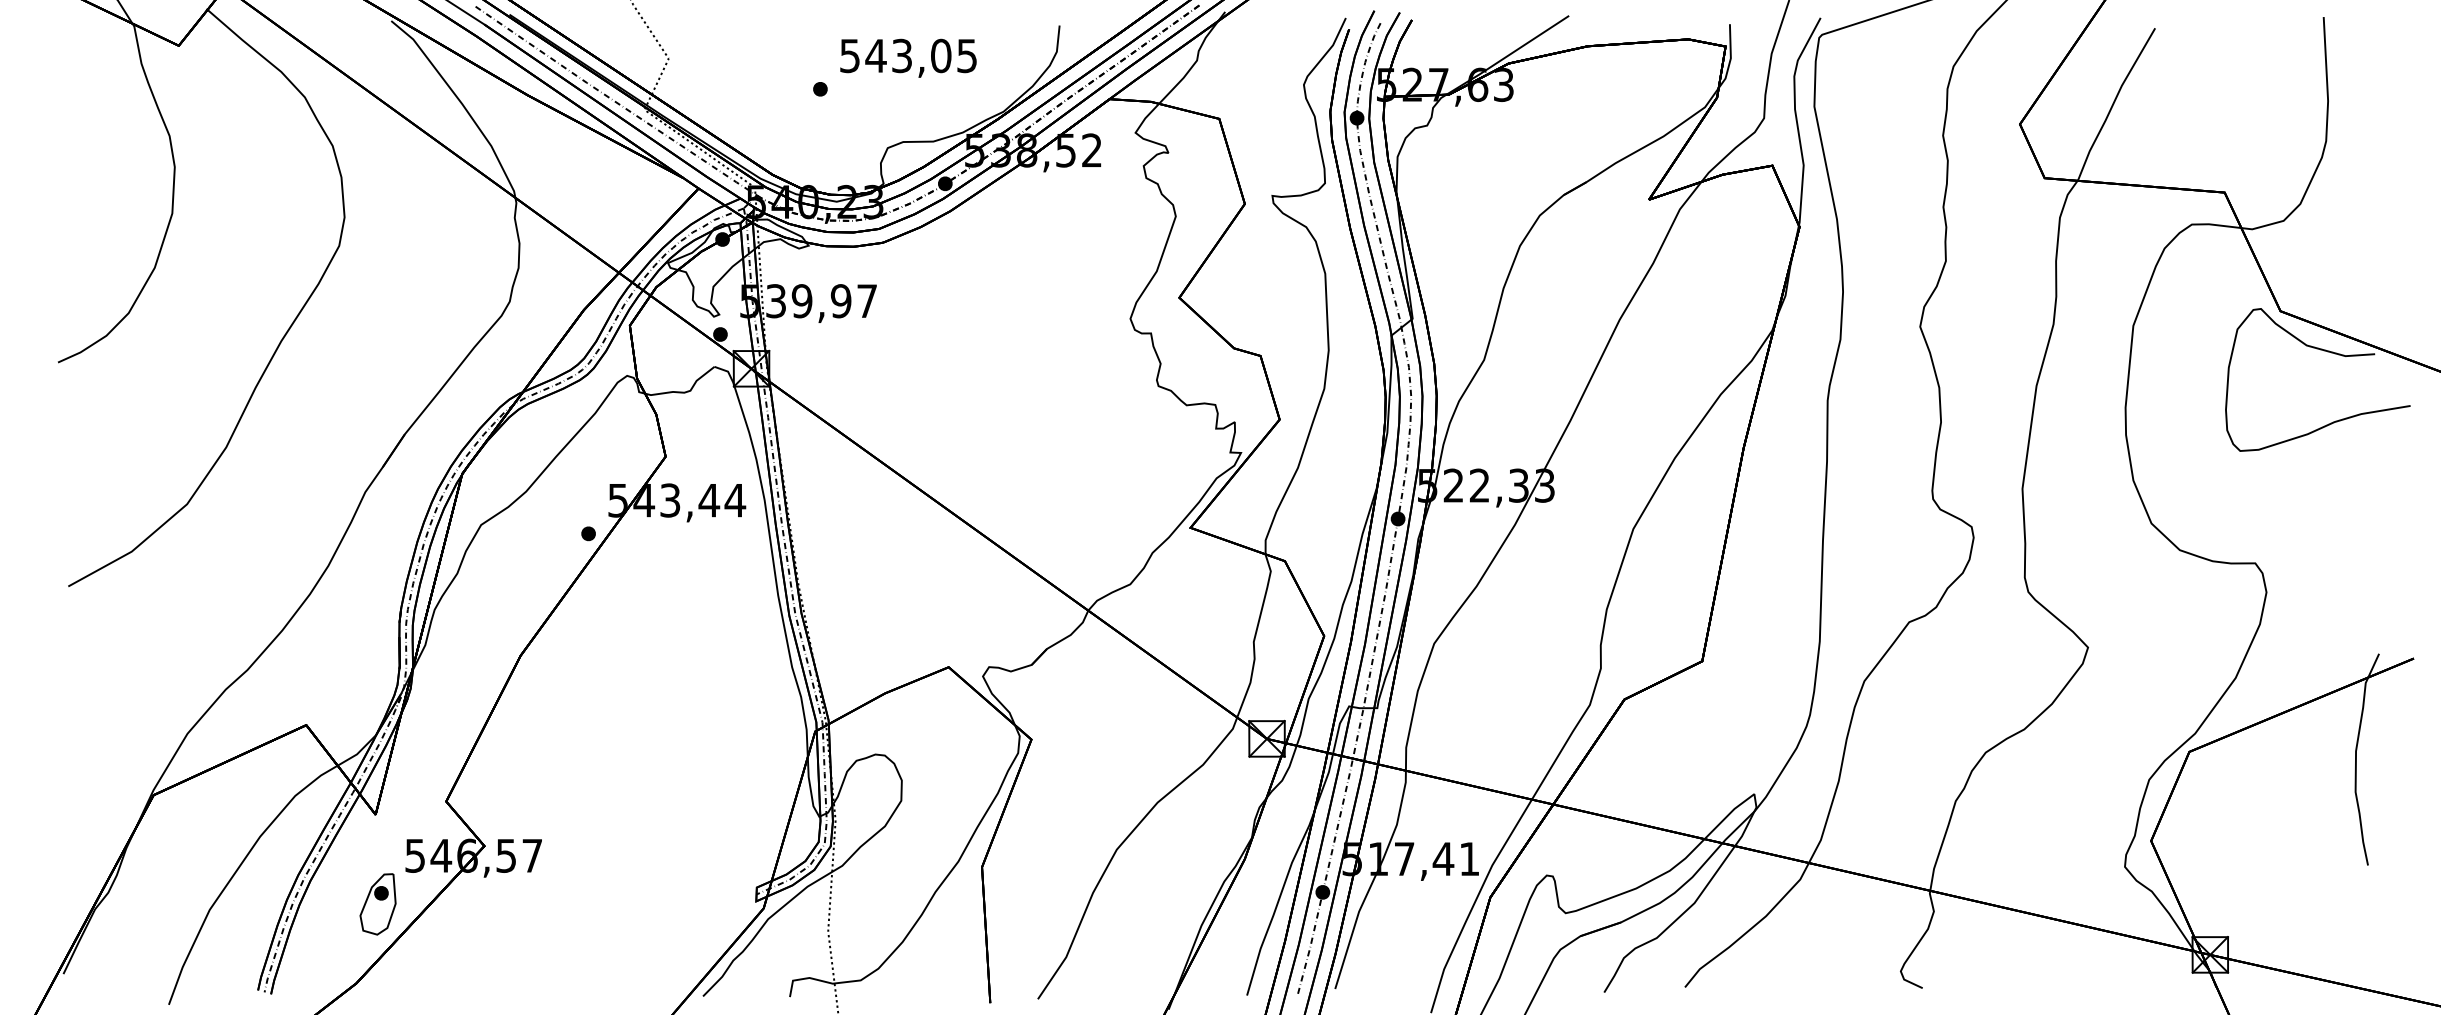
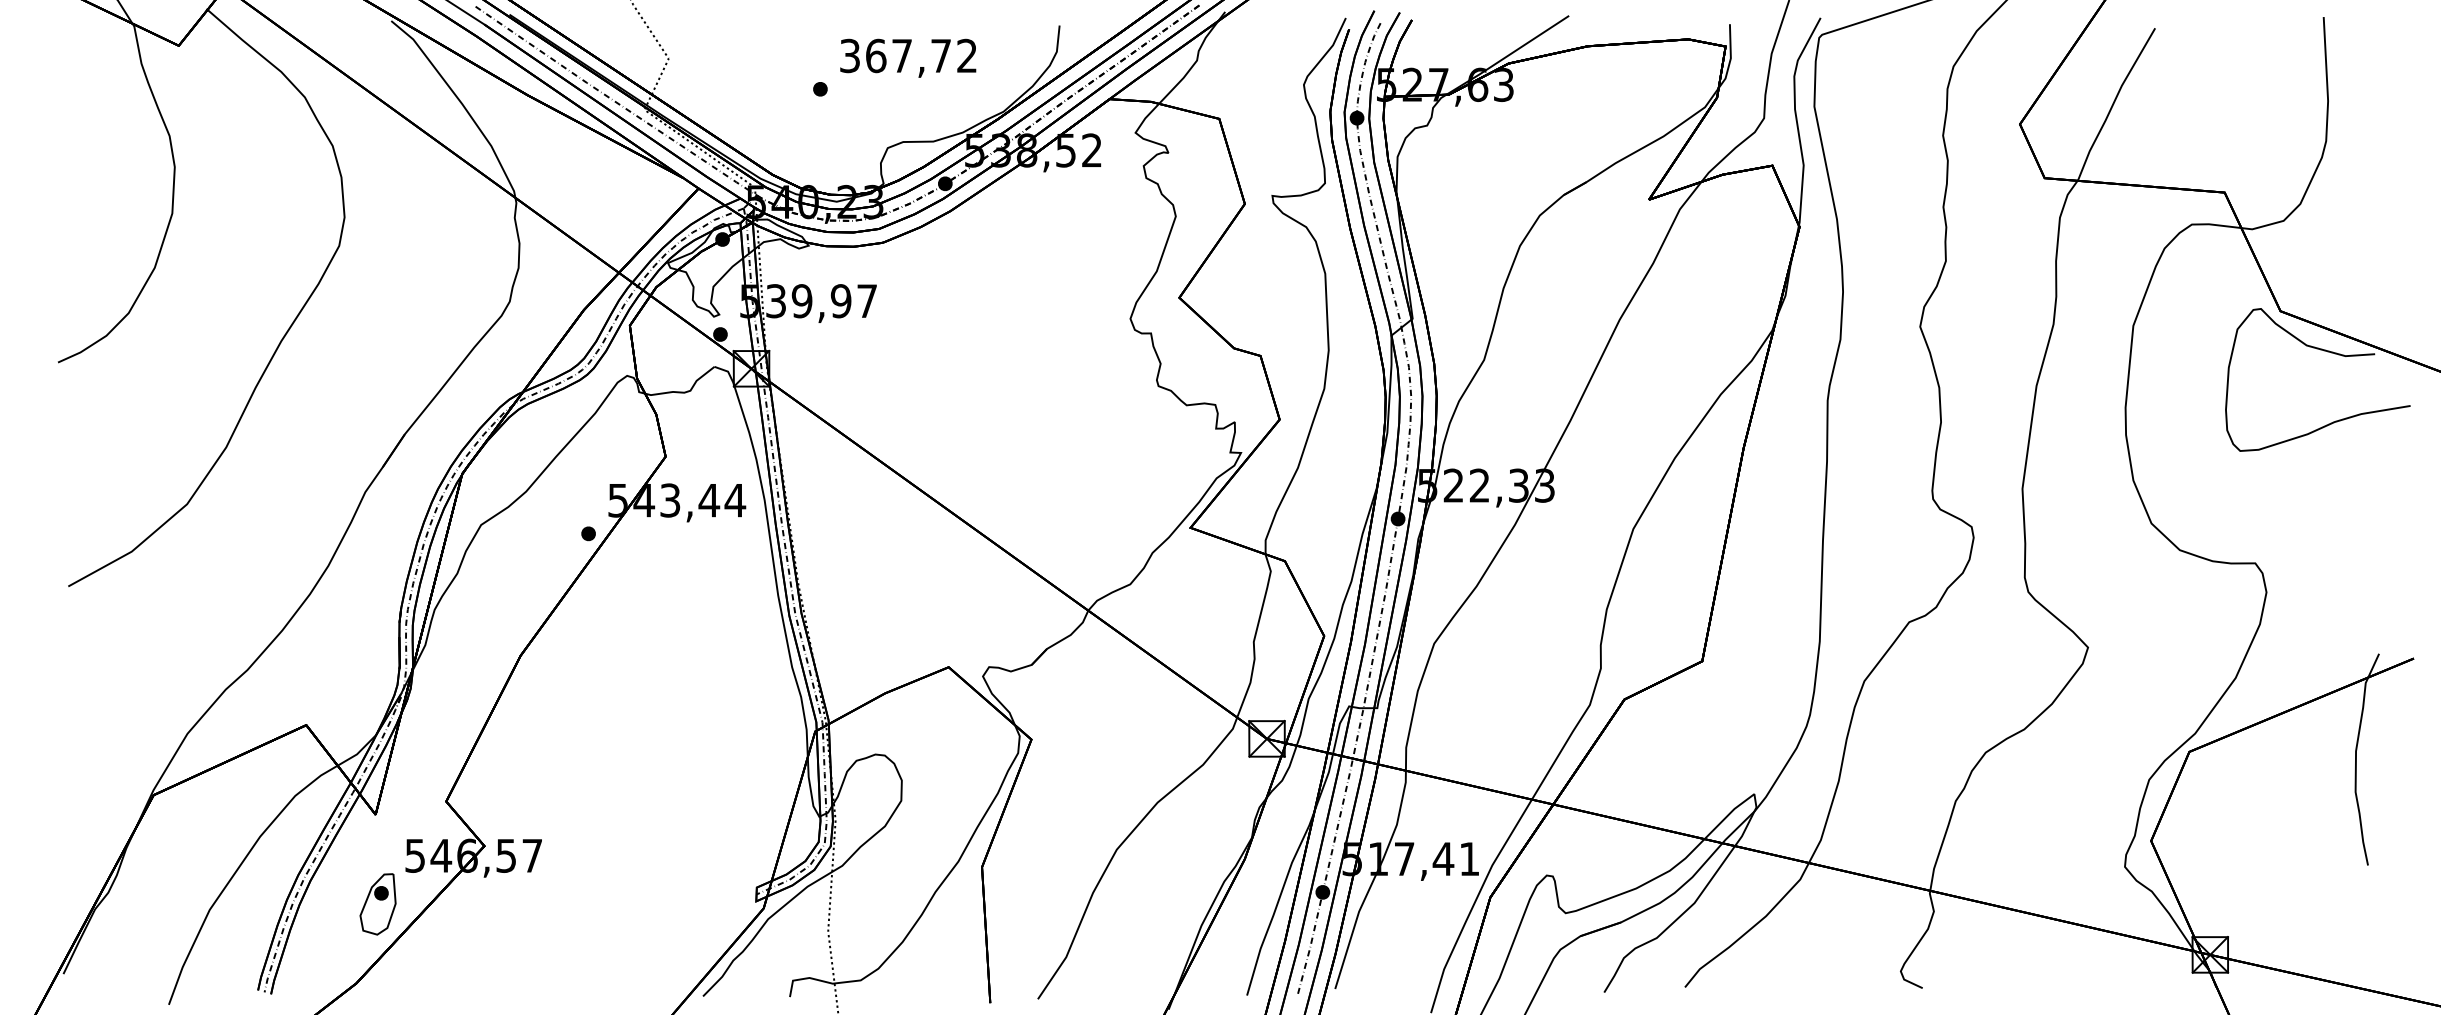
text at (908, 55): 543,05 -> 367,72
